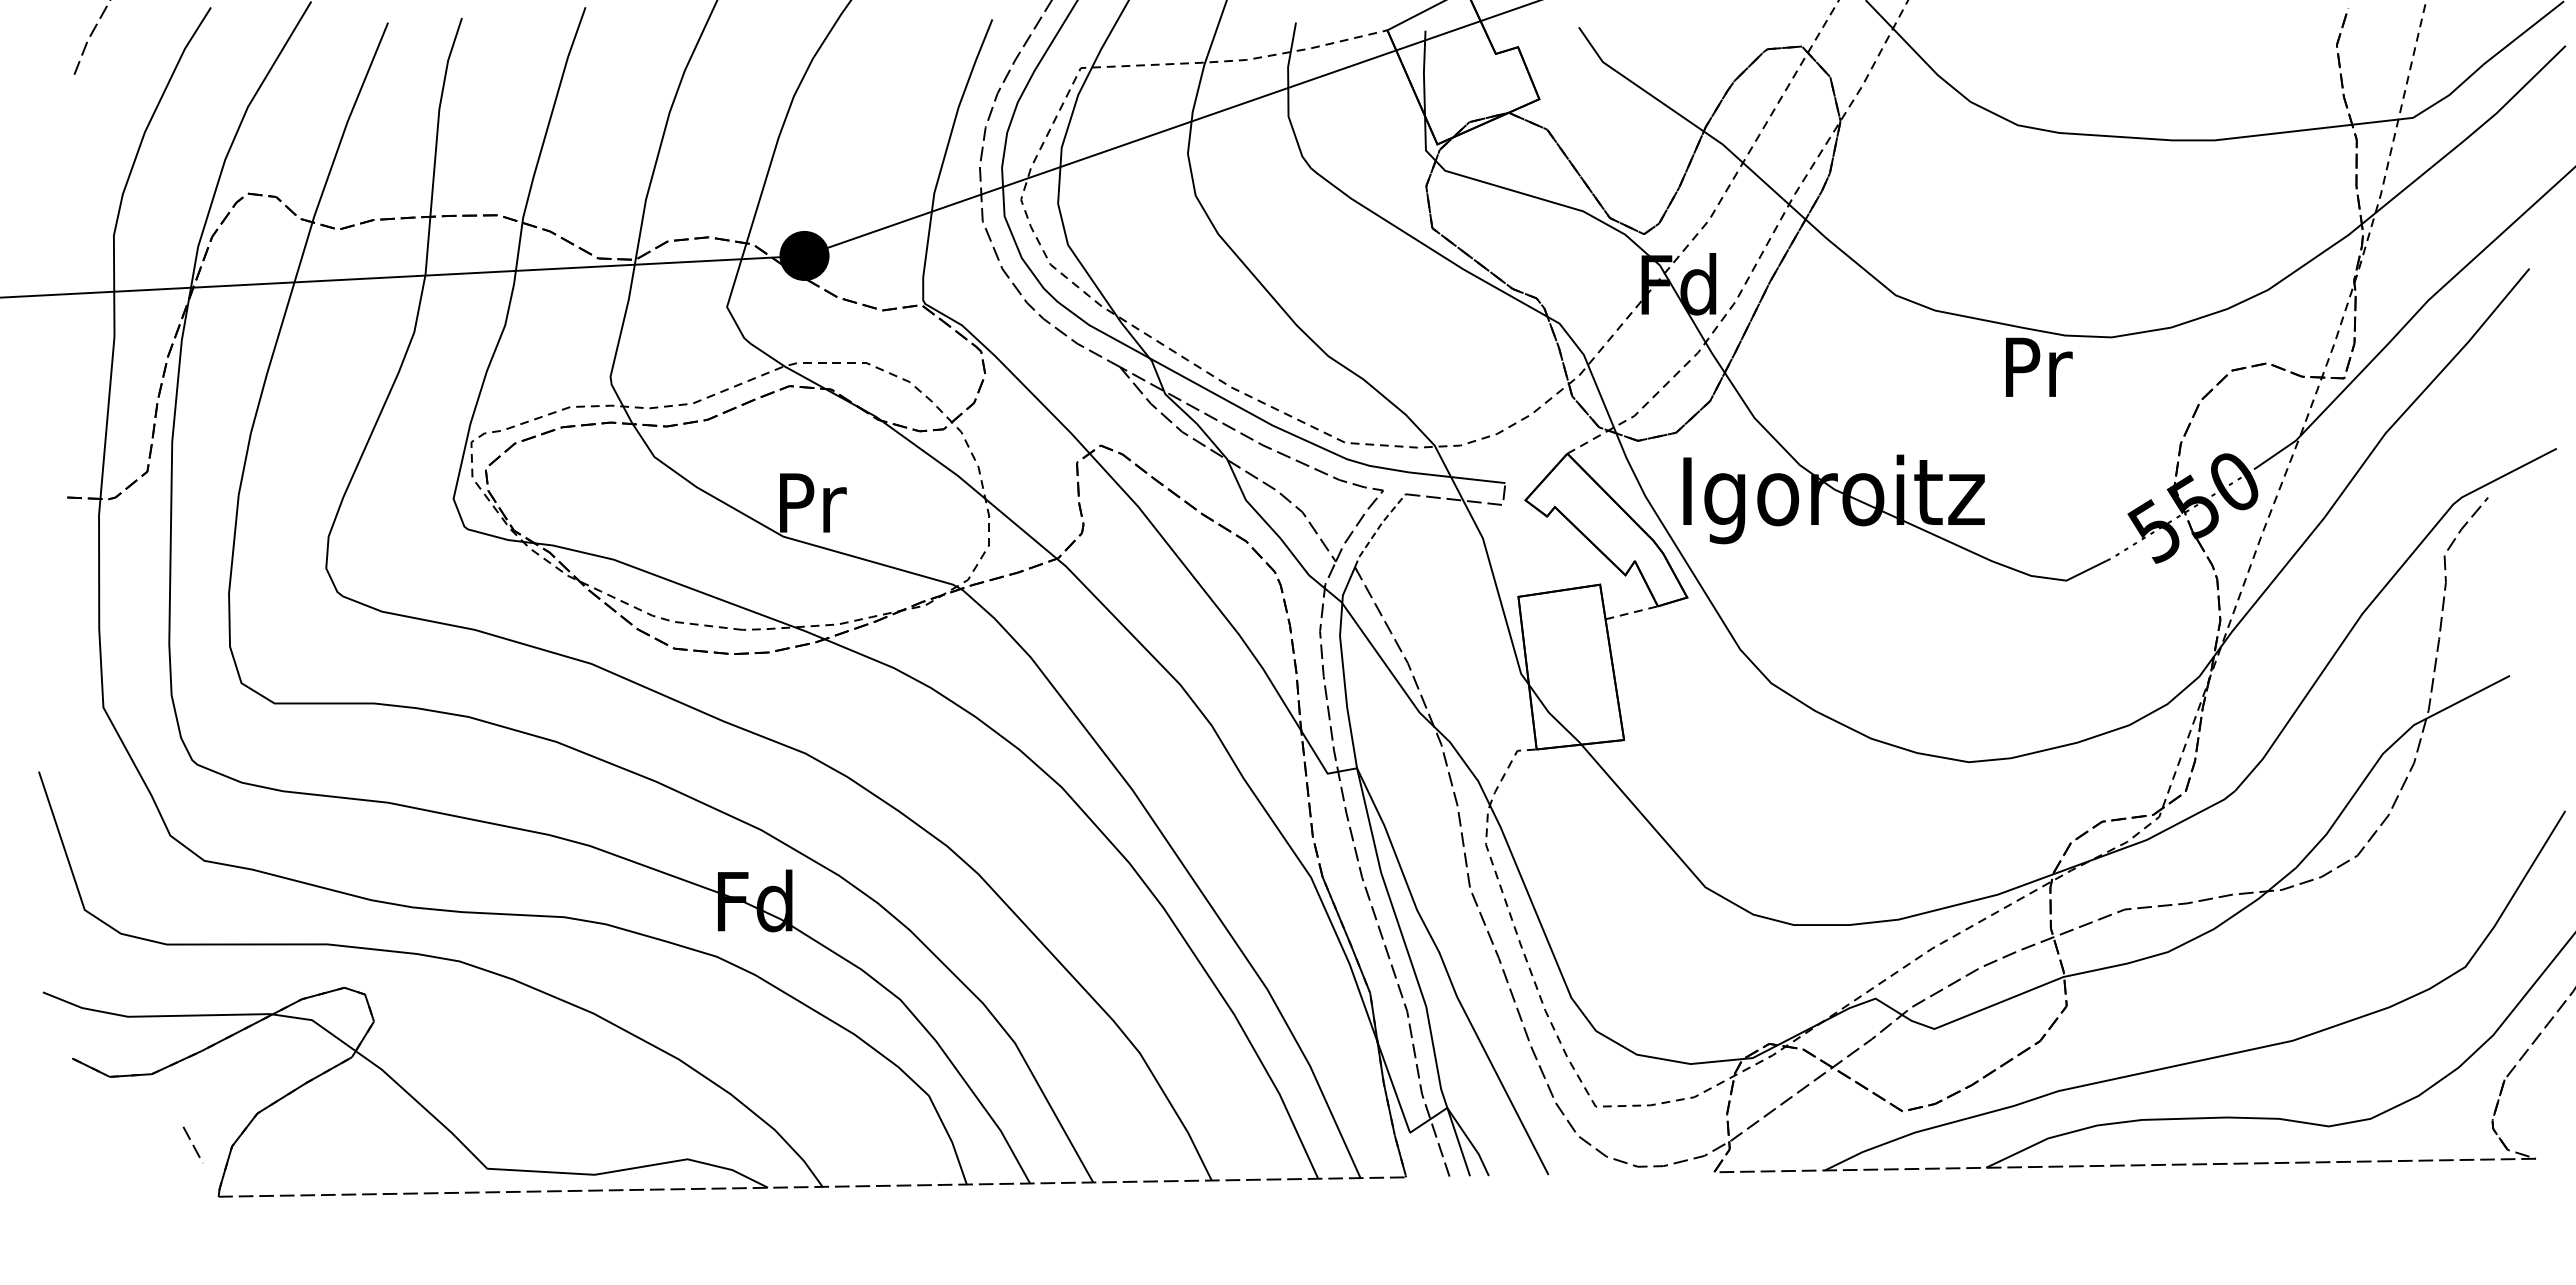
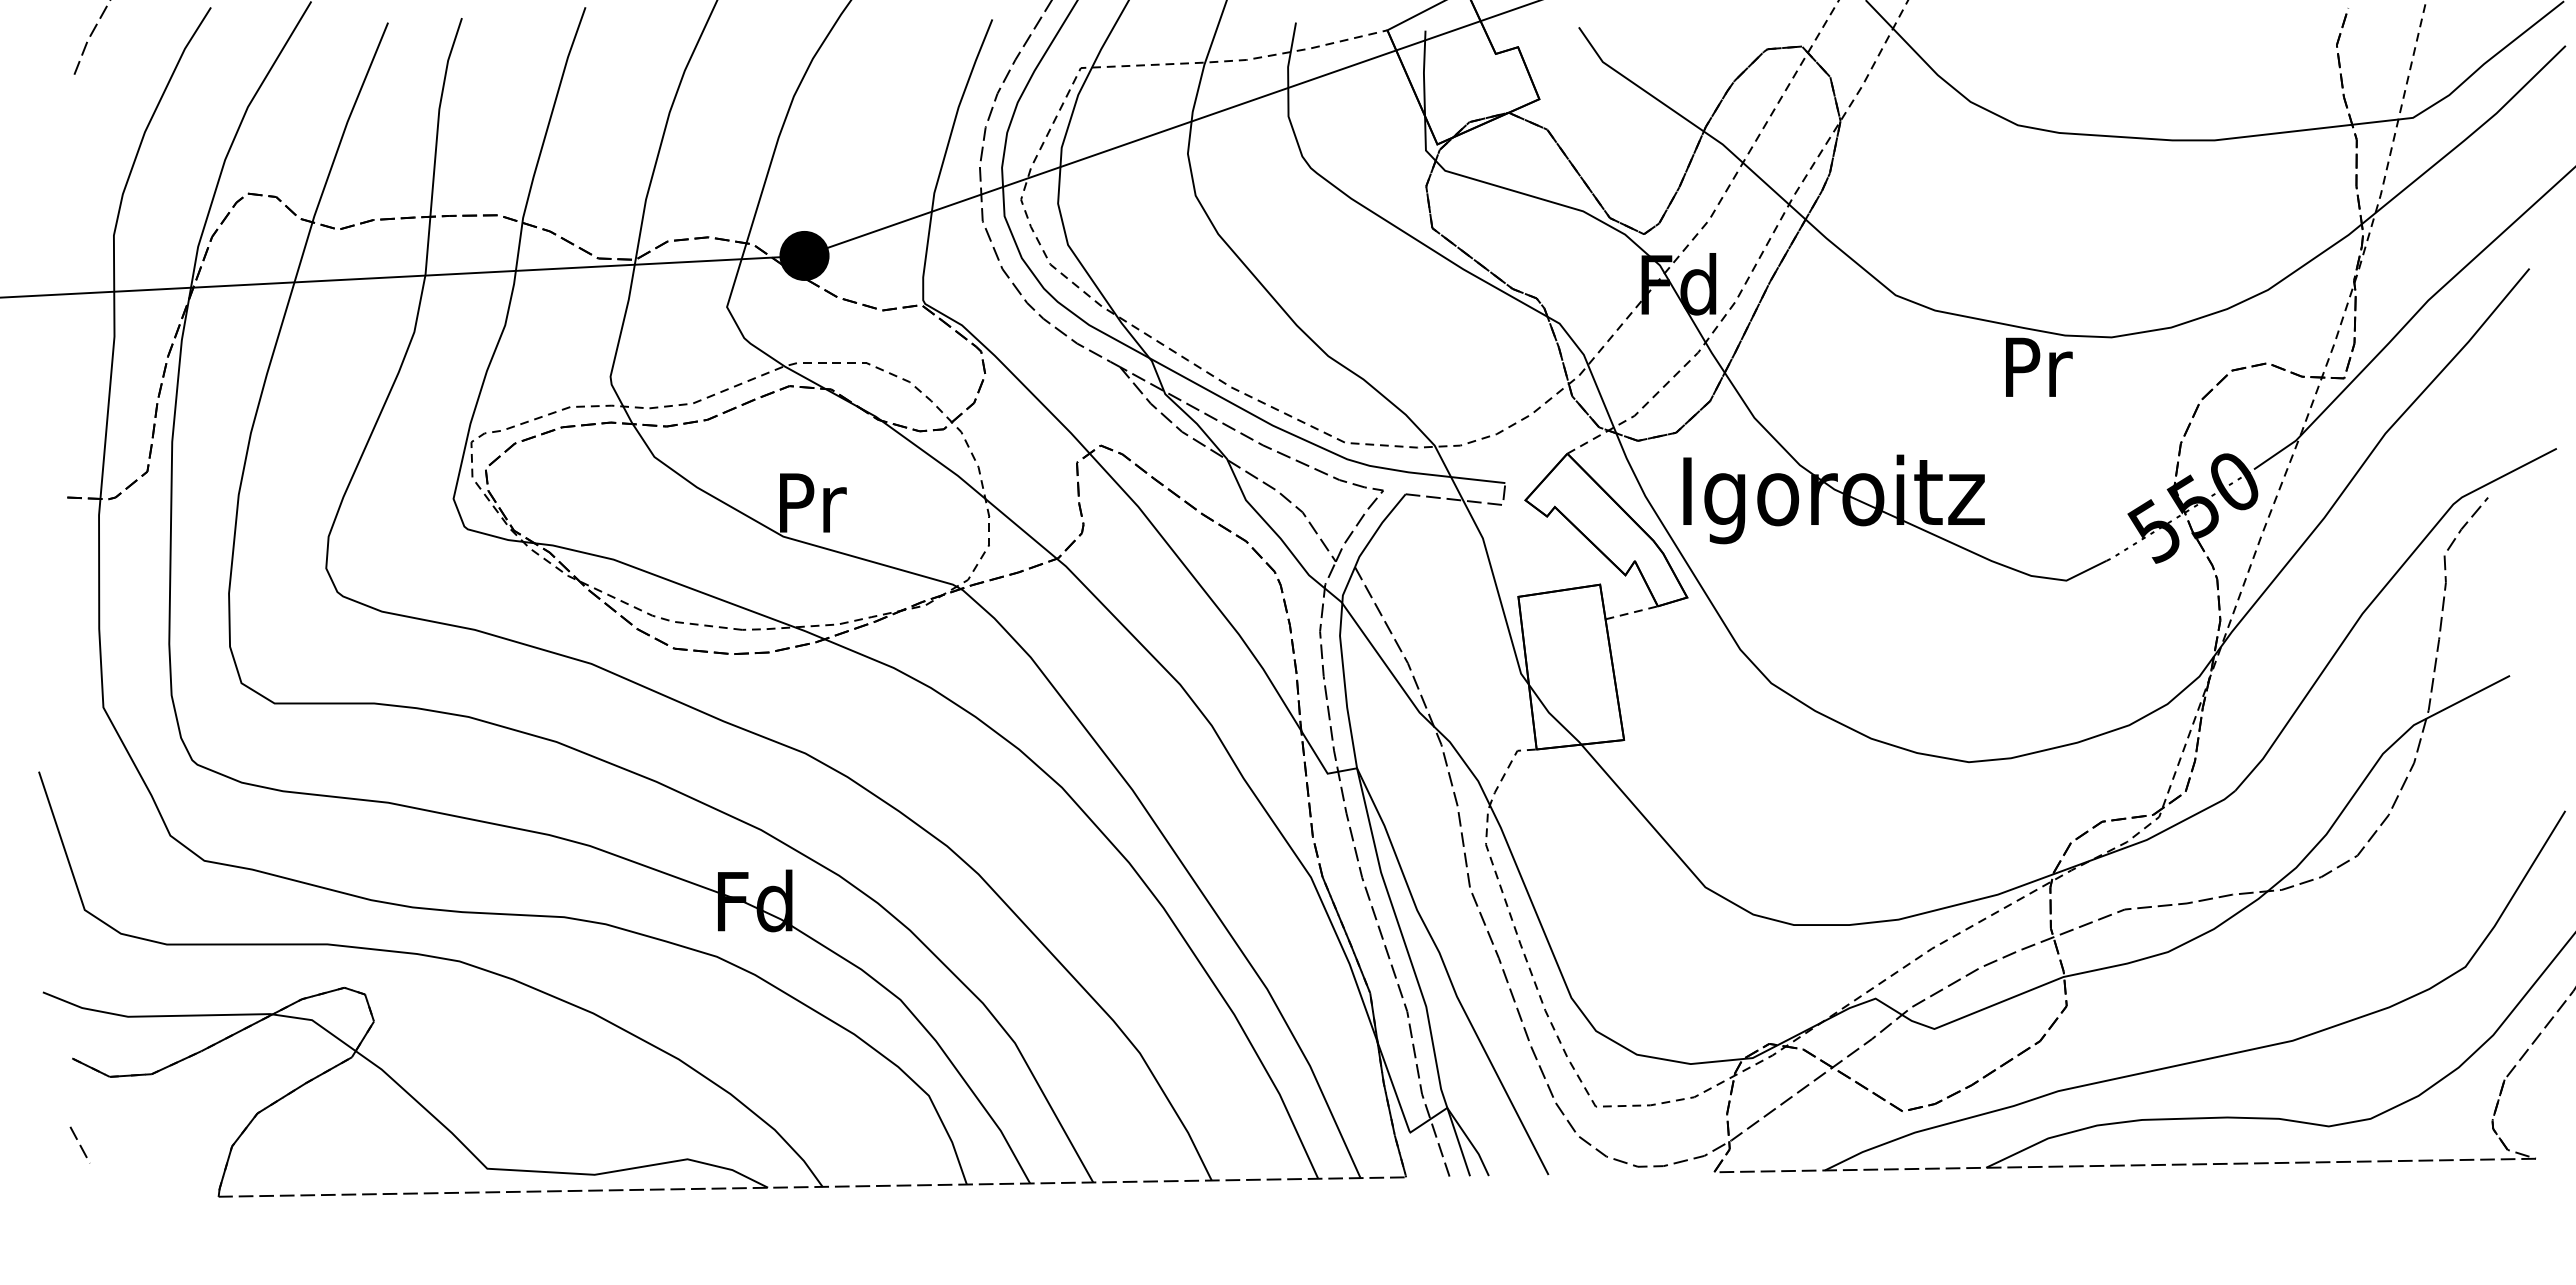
line at (1378, 529): dashed -> solid
line at (193, 1144) position: (193, 1144) -> (80, 1144)
